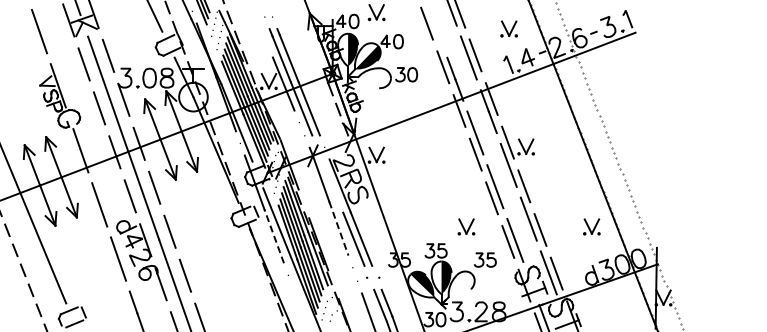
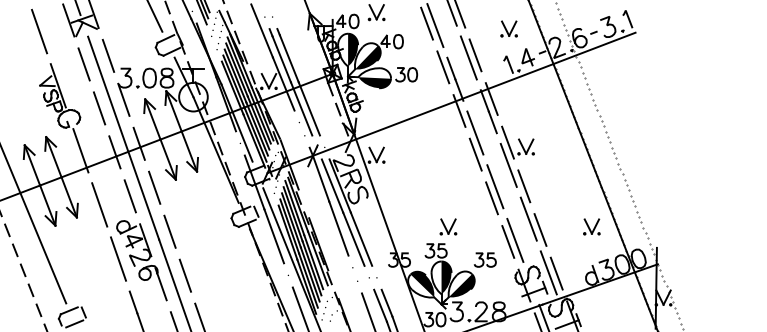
line at (435, 25): none -> present
line at (261, 30): none -> present
fill at (374, 82): none -> present
line at (332, 185): none -> present
part at (466, 226) position: (466, 226) -> (448, 226)
line at (338, 228): dashed -> solid
line at (274, 236): dashed -> solid
part at (373, 277) size: 15x3 px -> 10x2 px
fill at (461, 285): none -> present
line at (299, 307): none -> present
